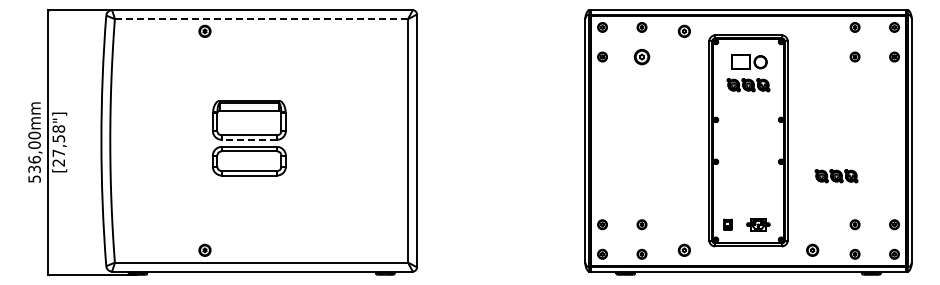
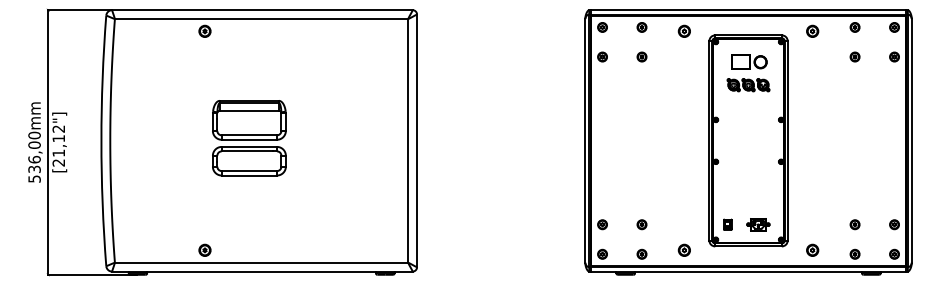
line at (261, 19): dashed -> solid
part at (812, 30): none -> present
part at (641, 57) size: 18x17 px -> 12x12 px
line at (249, 139): dashed -> solid
text at (58, 140): [27,58"] -> [21,12"]
part at (836, 176): present -> none
